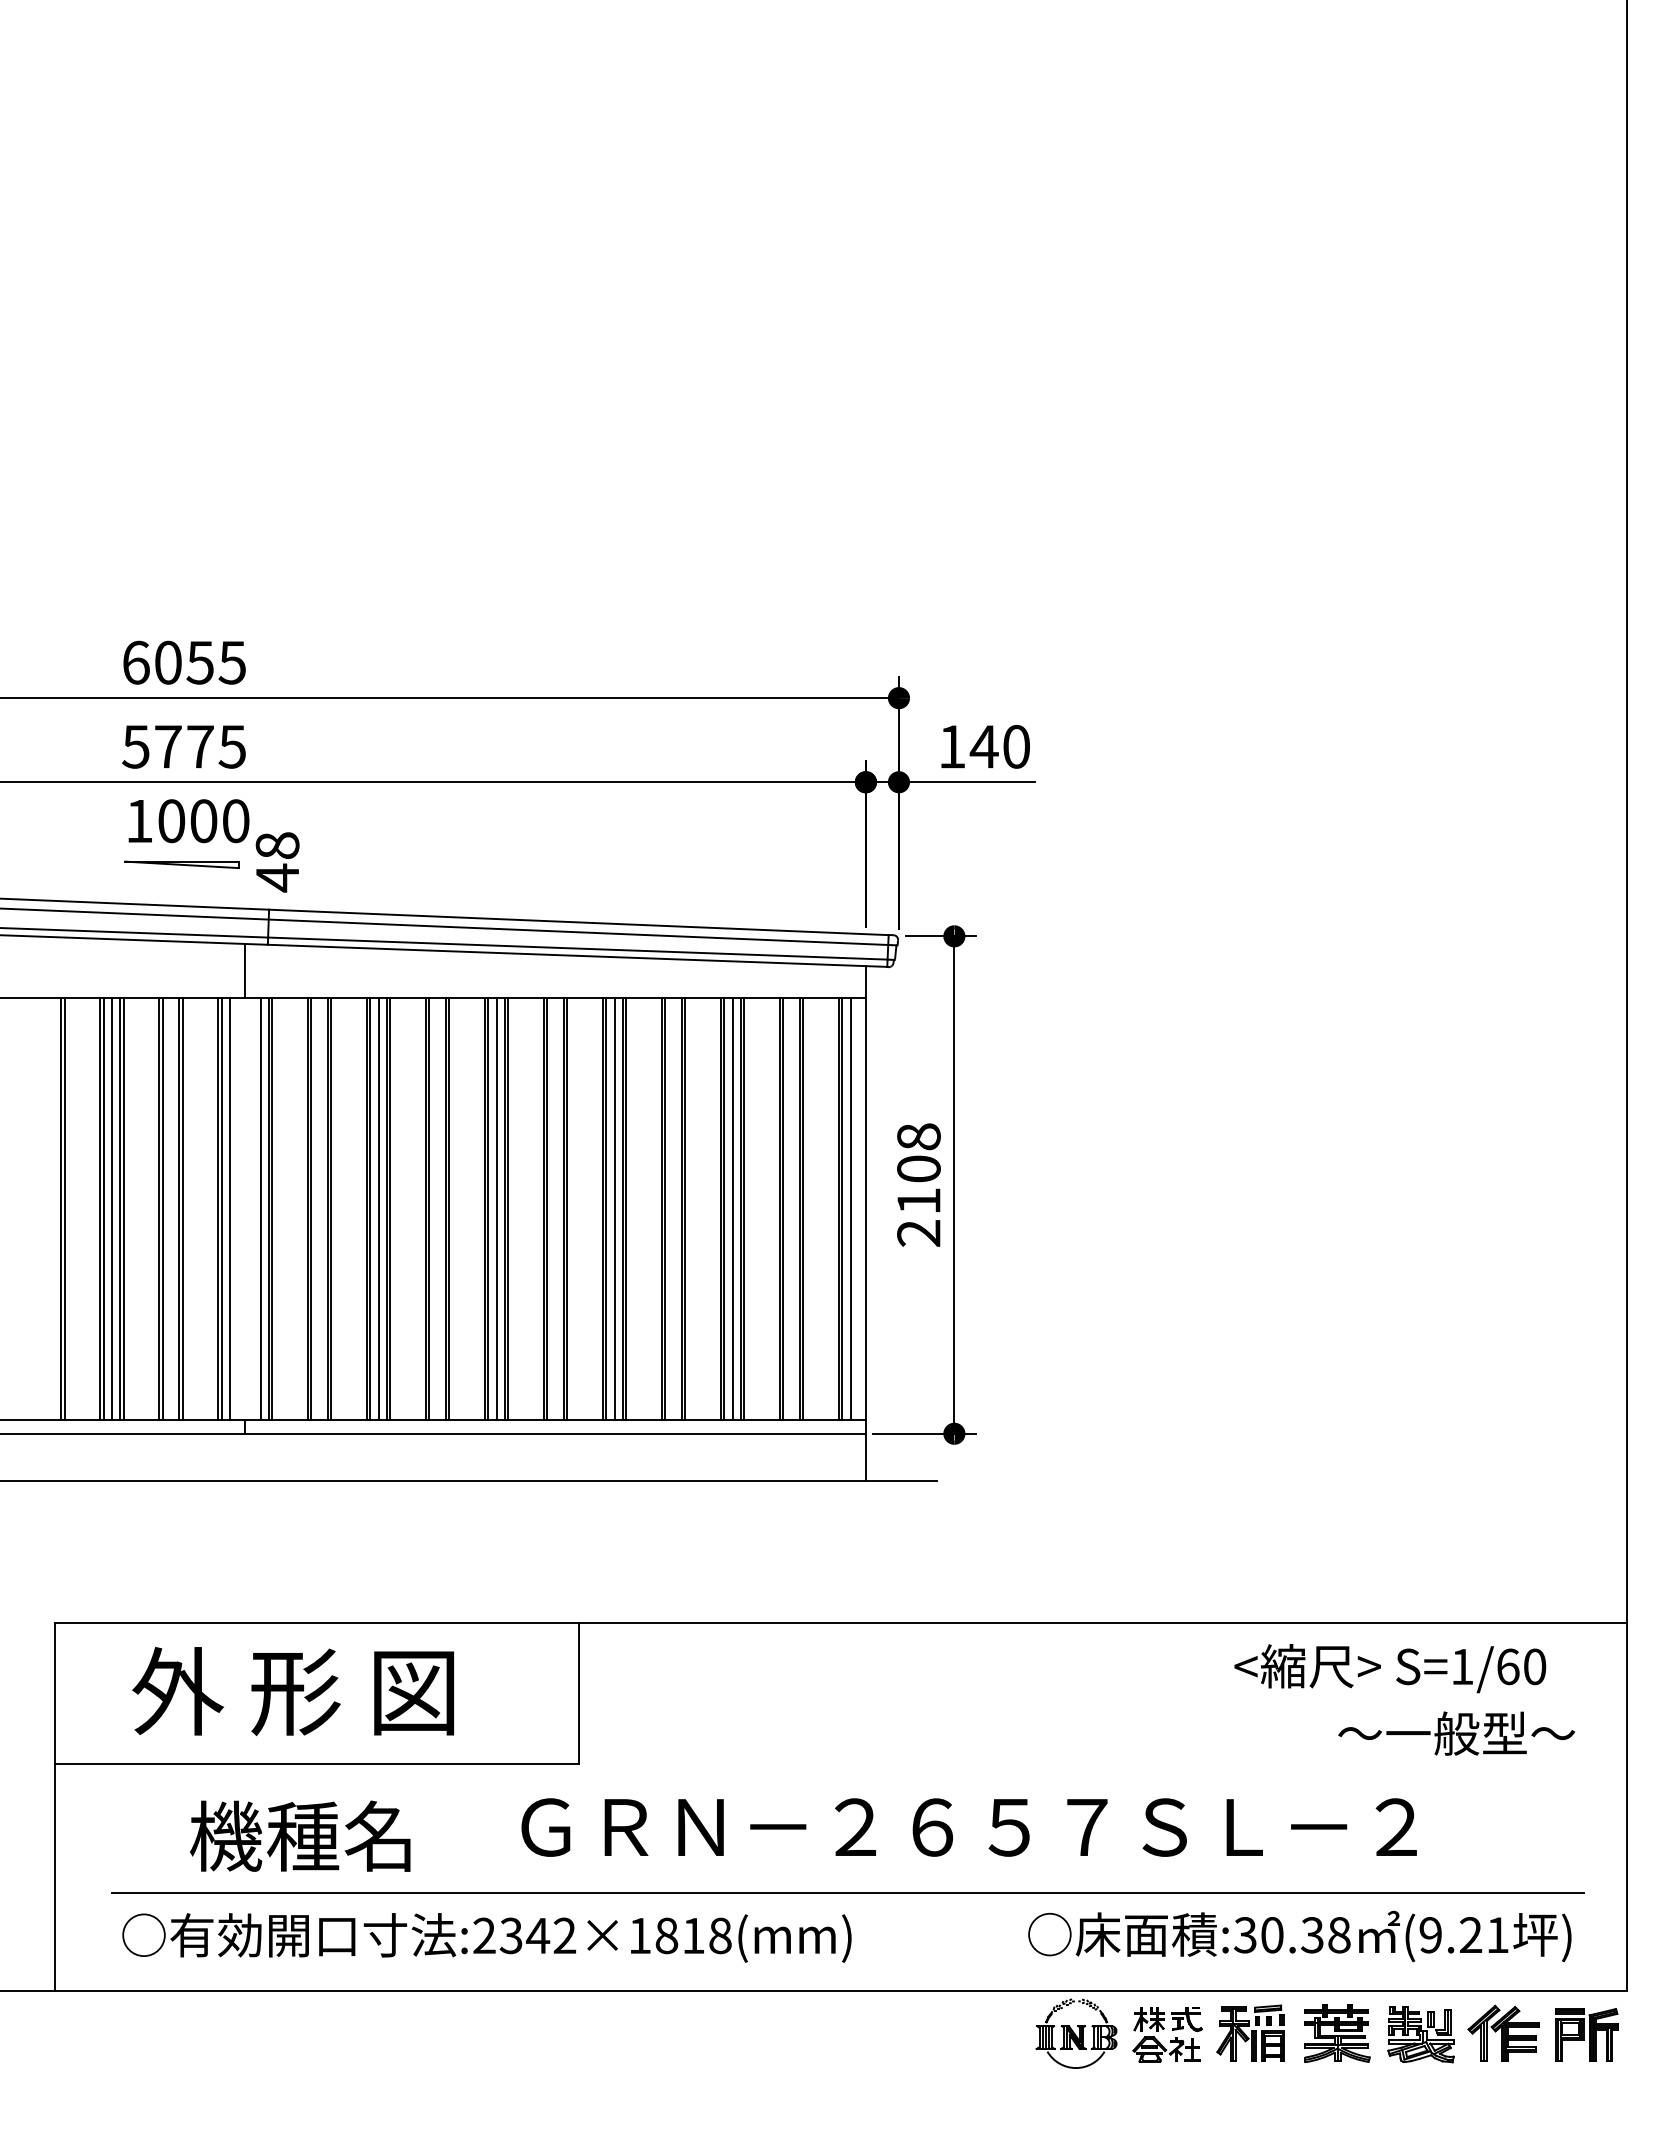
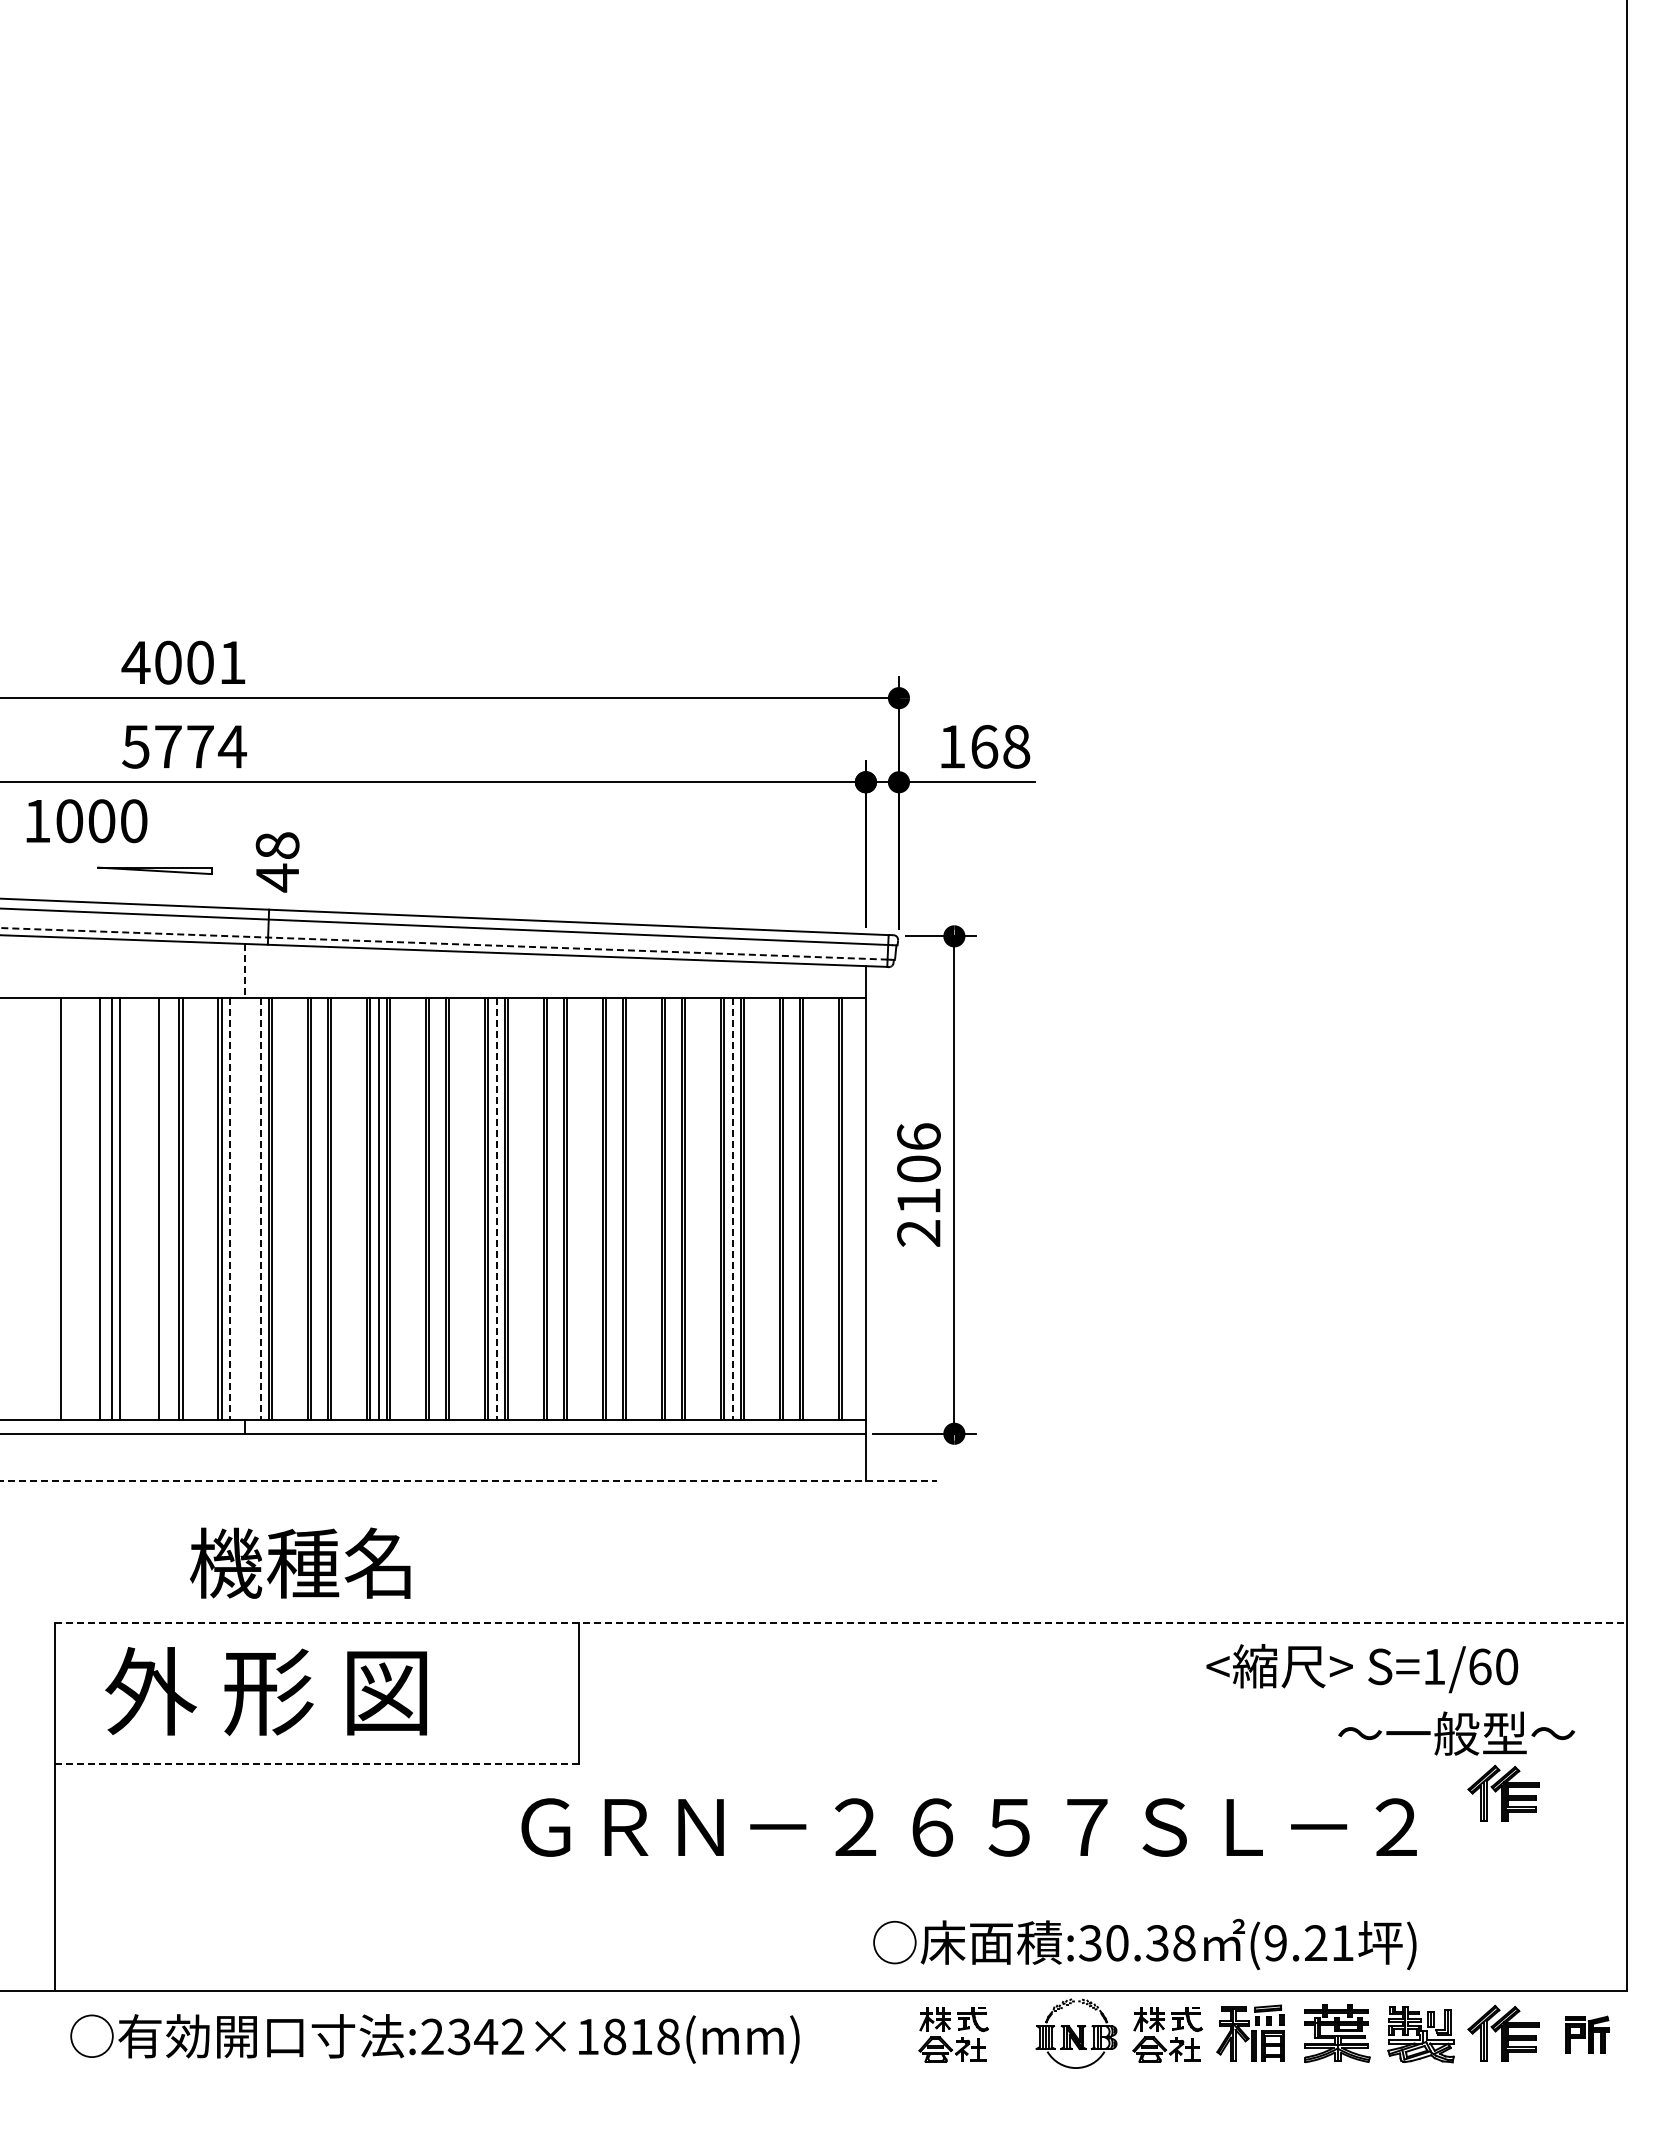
text at (183, 662): 6055 -> 4001
text at (232, 746): 5775 -> 5774
text at (999, 746): 140 -> 168
text at (188, 821) position: (188, 821) -> (86, 821)
part at (181, 864) position: (181, 864) -> (154, 870)
line at (444, 943): solid -> dashed
line at (245, 971): solid -> dashed
text at (918, 1136): 2108 -> 2106
line at (64, 1208): present -> none
line at (103, 1208): present -> none
line at (123, 1208): present -> none
line at (162, 1208): present -> none
line at (614, 1208): present -> none
line at (850, 1208): present -> none
line at (230, 1209): solid -> dashed
line at (260, 1209): solid -> dashed
line at (496, 1209): solid -> dashed
line at (732, 1209): solid -> dashed
line at (468, 1480): solid -> dashed
line at (841, 1622): solid -> dashed
text at (1390, 1668) position: (1390, 1668) -> (1362, 1668)
text at (292, 1691) position: (292, 1691) -> (265, 1691)
line at (317, 1764): solid -> dashed
part at (1503, 1792): none -> present
text at (300, 1835) position: (300, 1835) -> (300, 1562)
line at (848, 1892): present -> none
text at (1299, 1936) position: (1299, 1936) -> (1144, 1944)
text at (486, 1937) position: (486, 1937) -> (434, 2038)
part at (953, 2034): none -> present
part at (1586, 2034) size: 64x54 px -> 45x39 px
